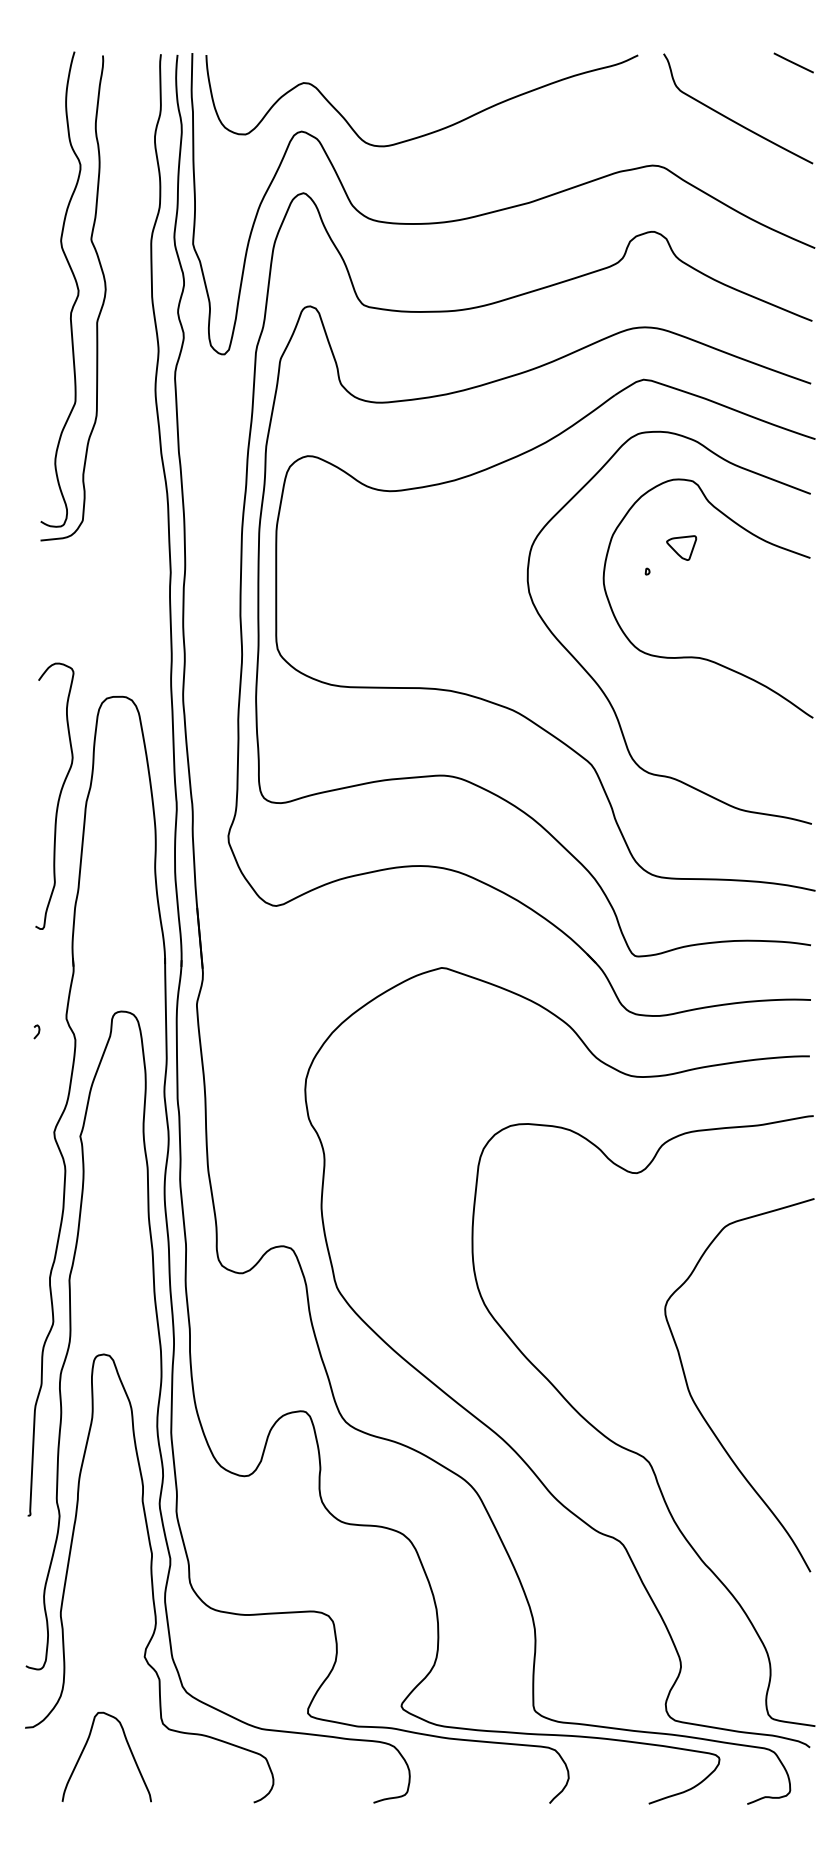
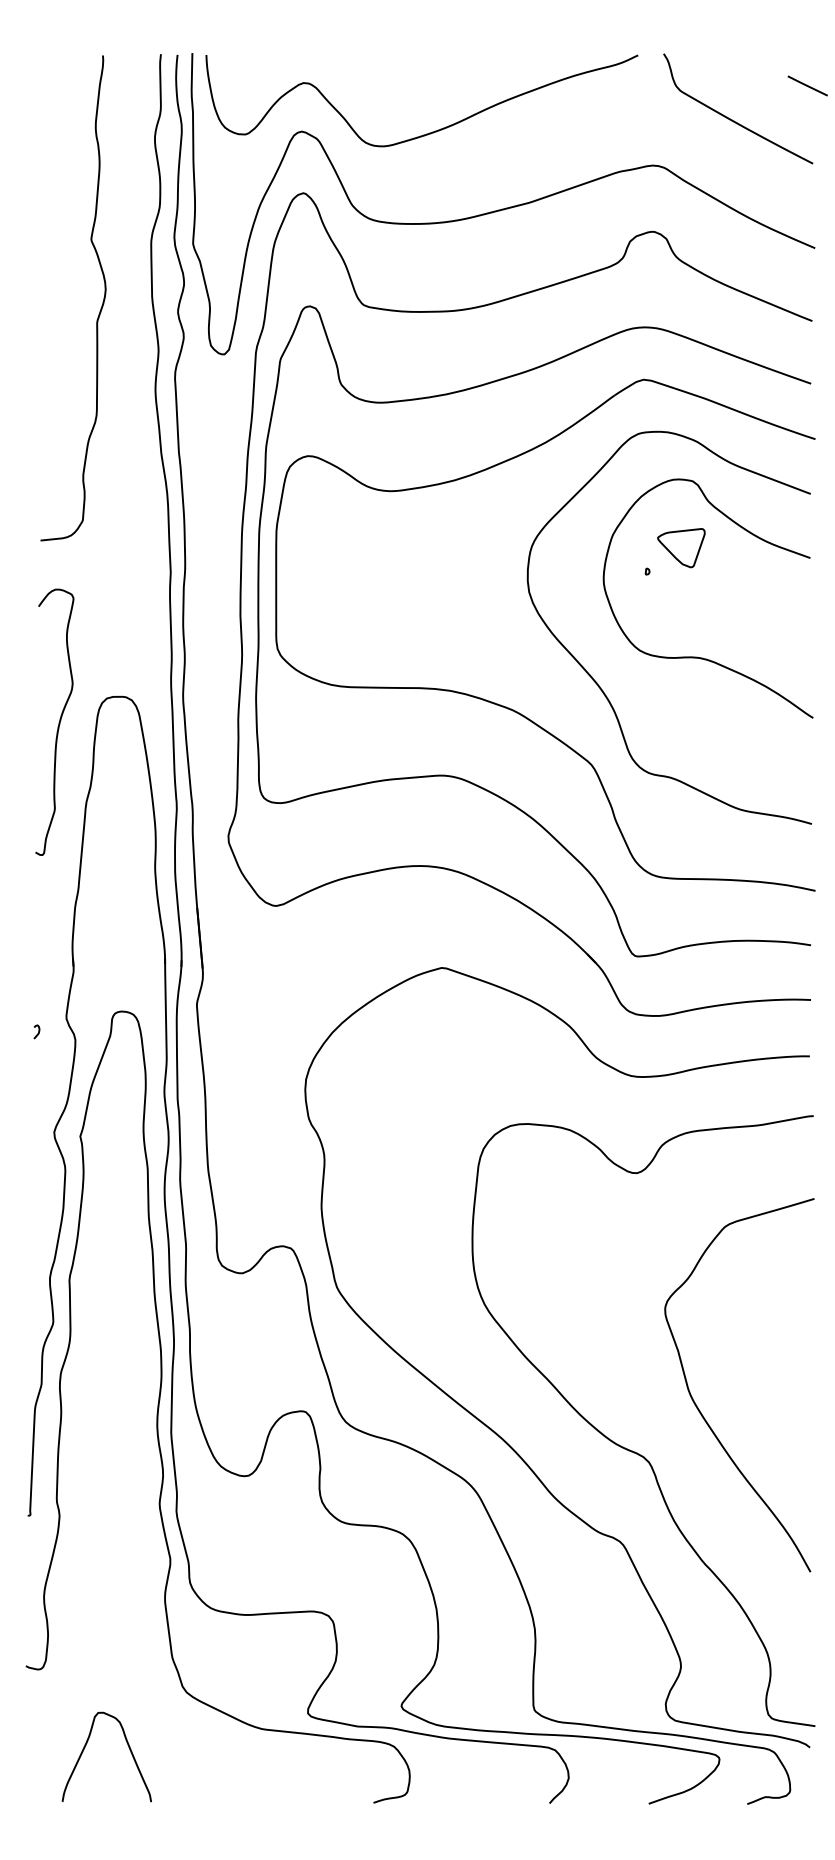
line at (793, 62) position: (793, 62) -> (807, 85)
curve at (76, 287): present -> none
part at (681, 547) size: 32x26 px -> 49x41 px
curve at (58, 796) position: (58, 796) -> (58, 722)
curve at (150, 1577): present -> none
